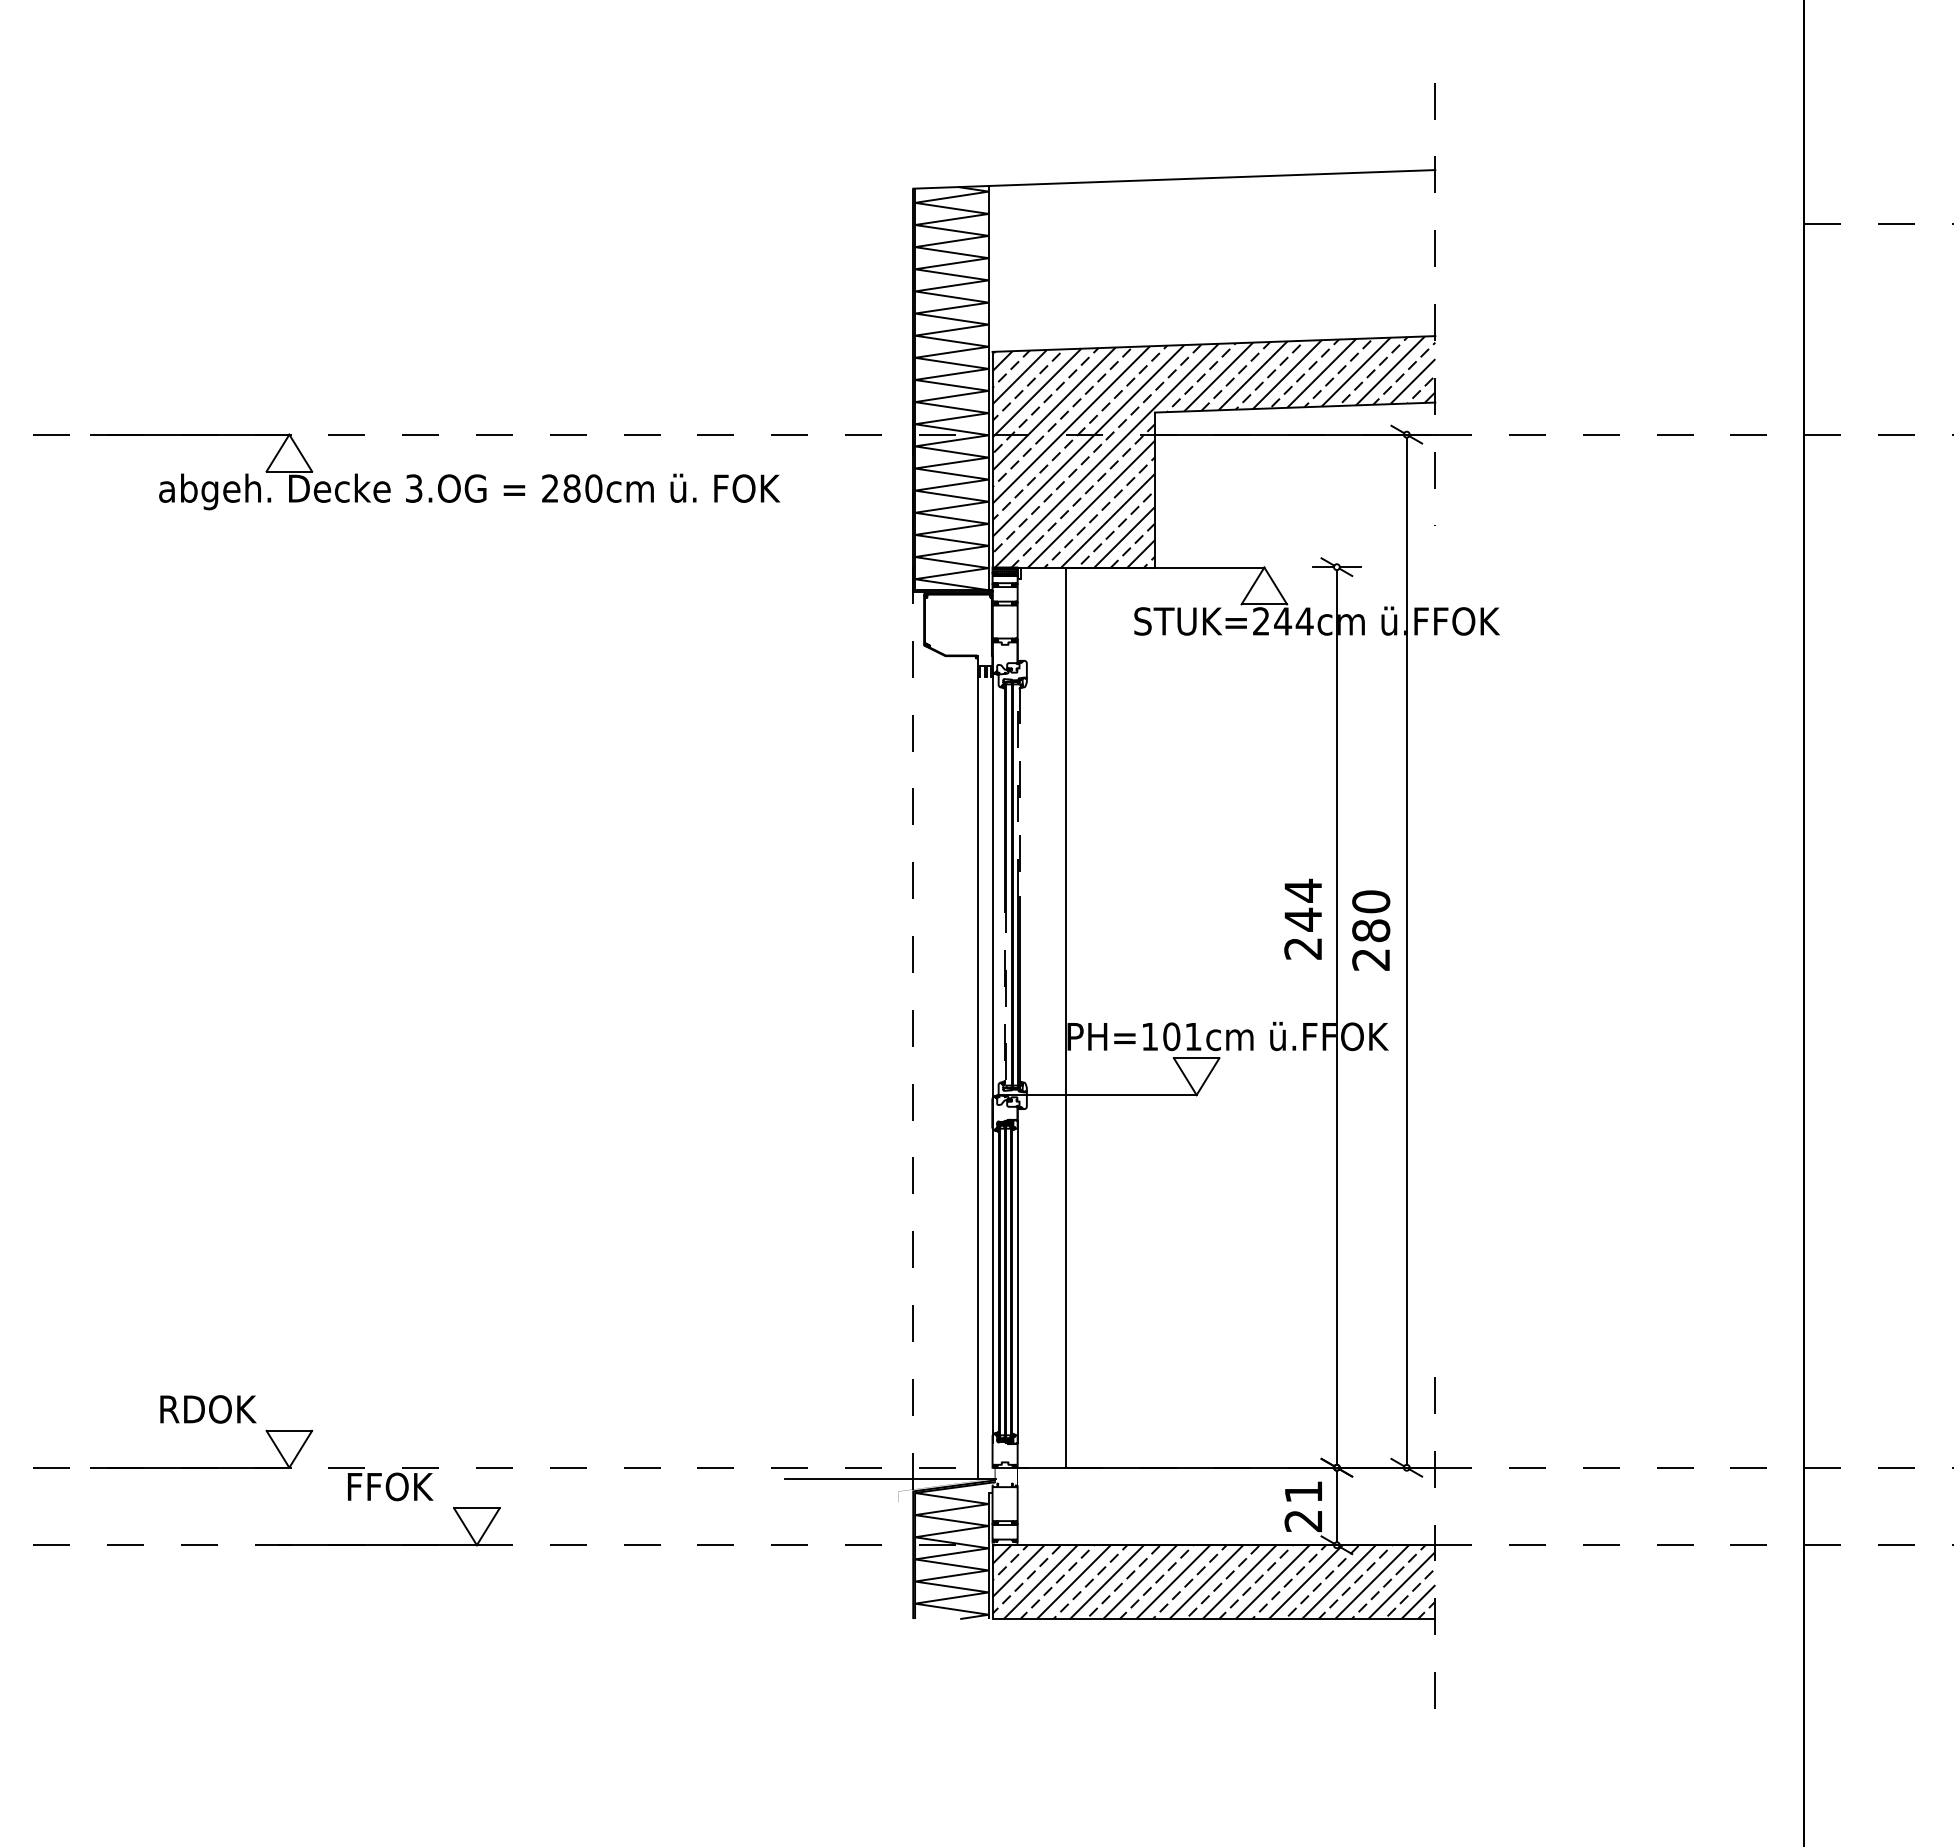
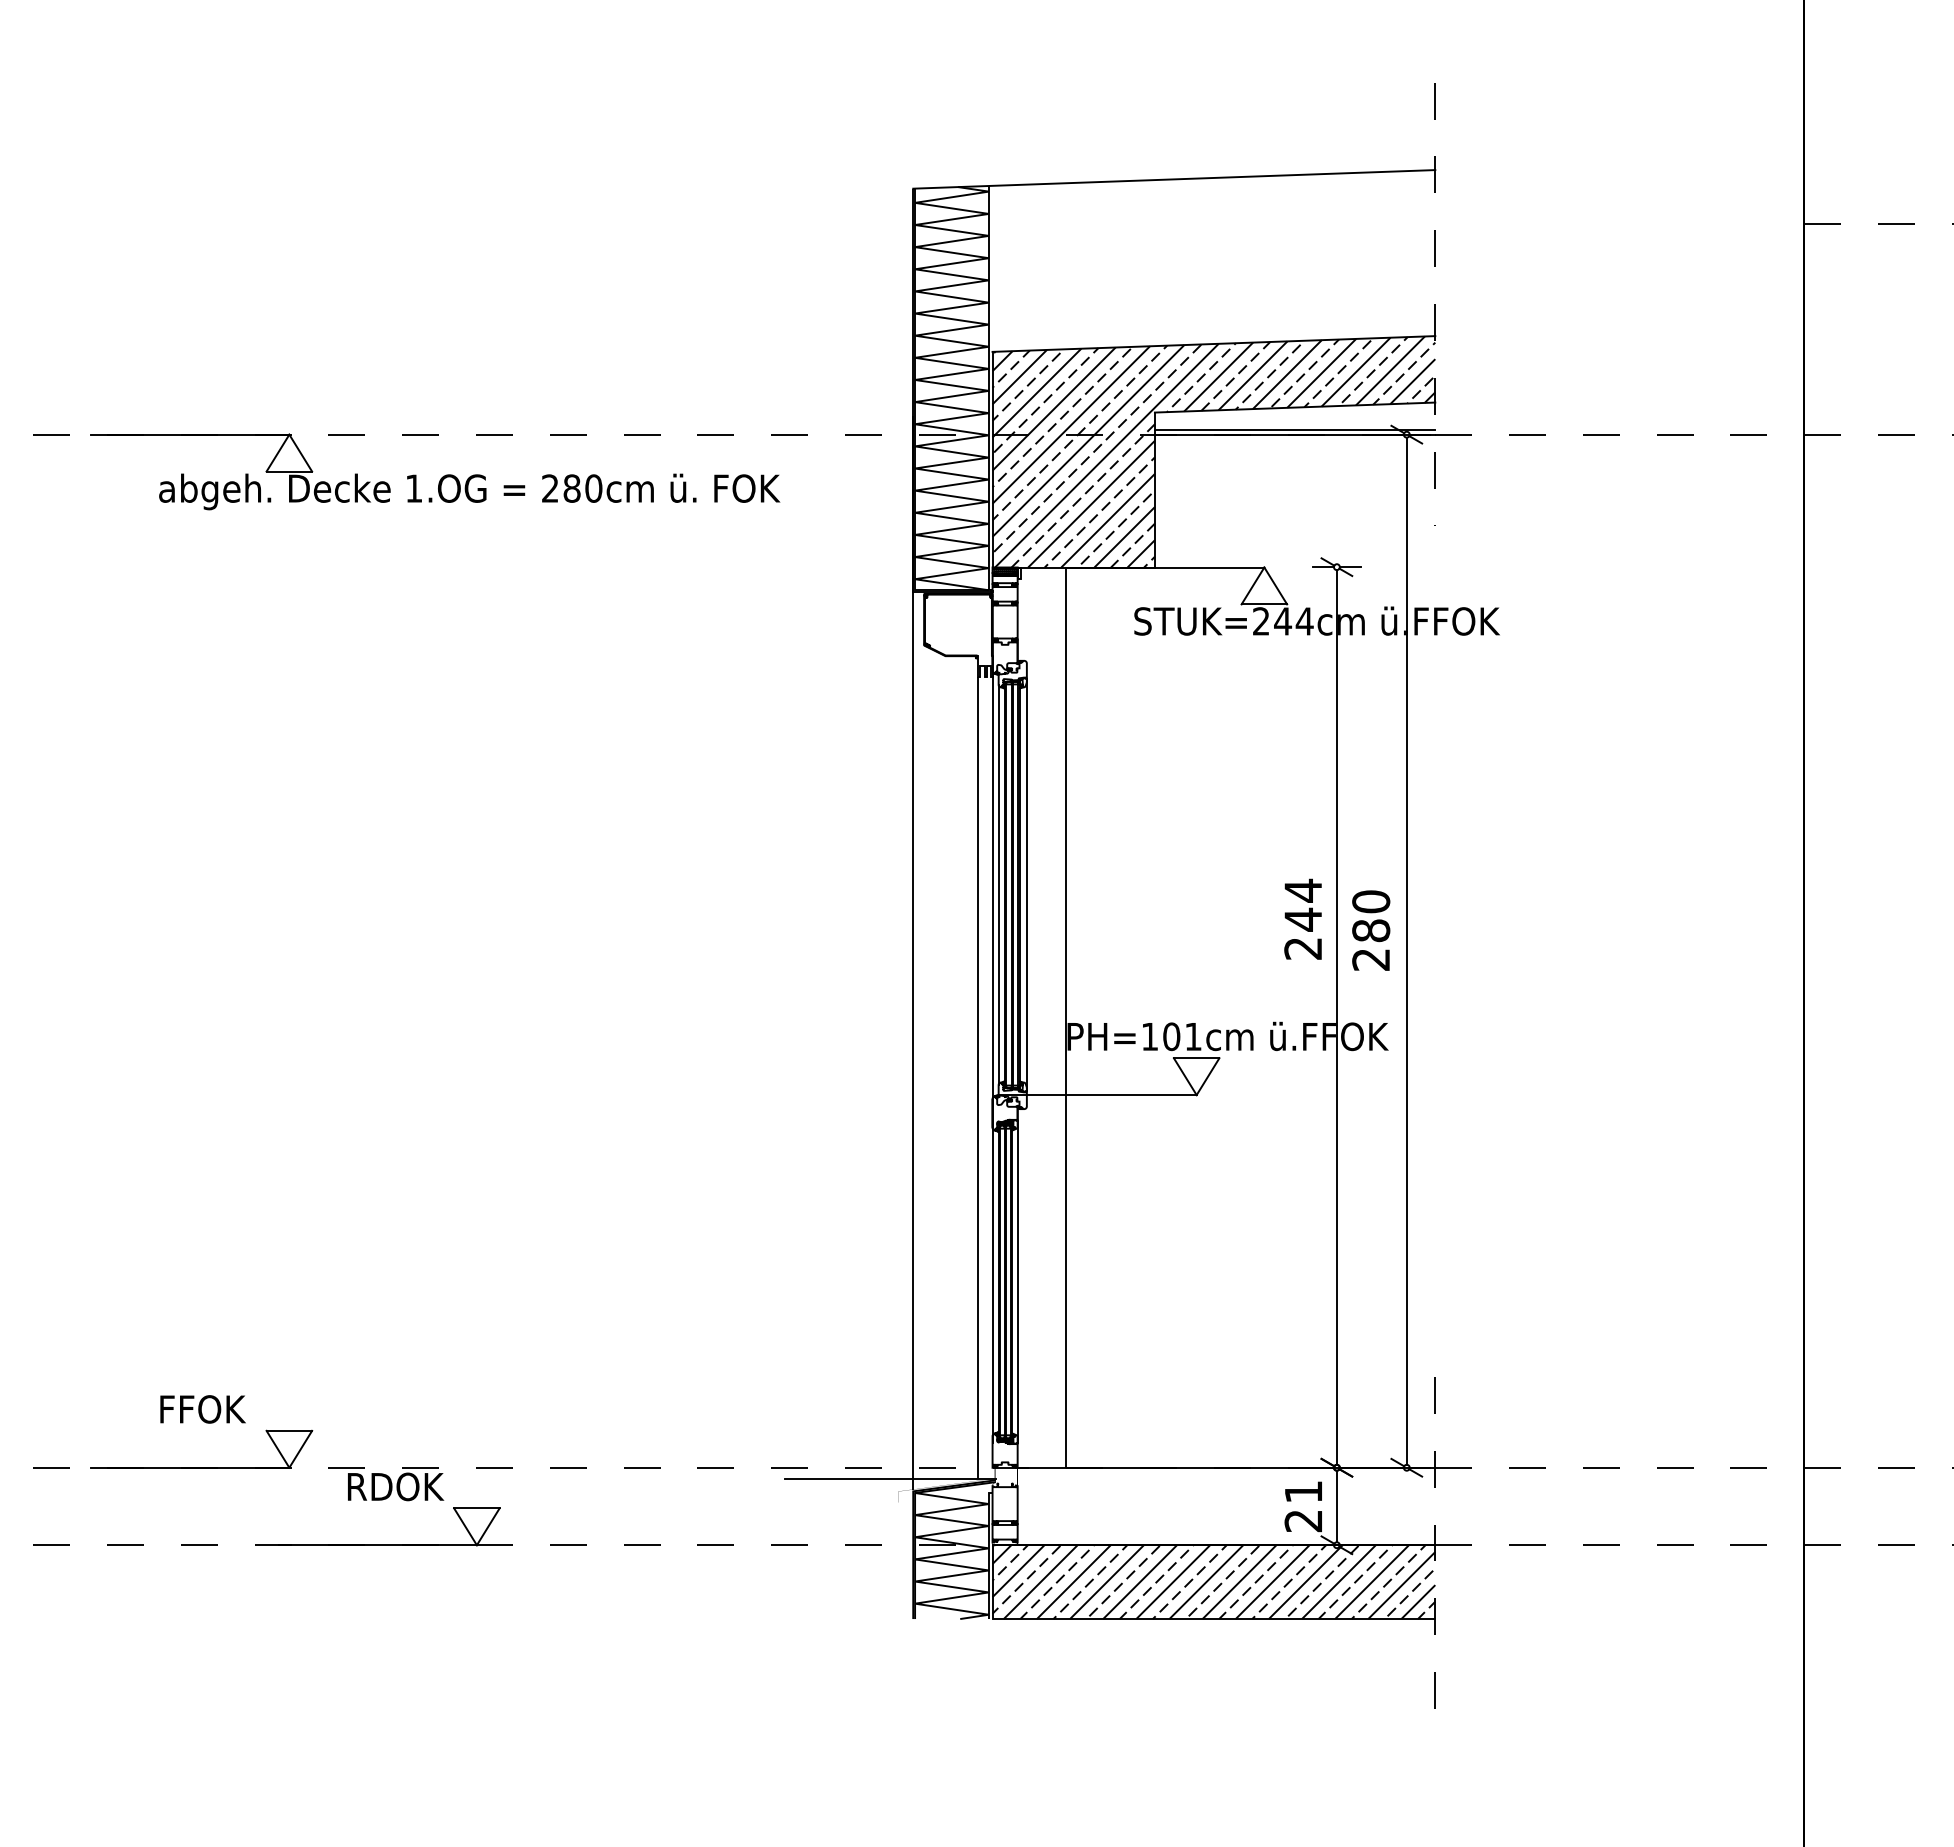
line at (1294, 430): none -> present
text at (414, 488): 3.OG -> 1.OG
line at (1018, 681): dashed -> solid
line at (998, 884): none -> present
line at (1026, 884): none -> present
line at (913, 952): dashed -> solid
line at (1005, 1088): dashed -> solid
text at (209, 1409): RDOK -> FFOK
text at (397, 1486): FFOK -> RDOK
